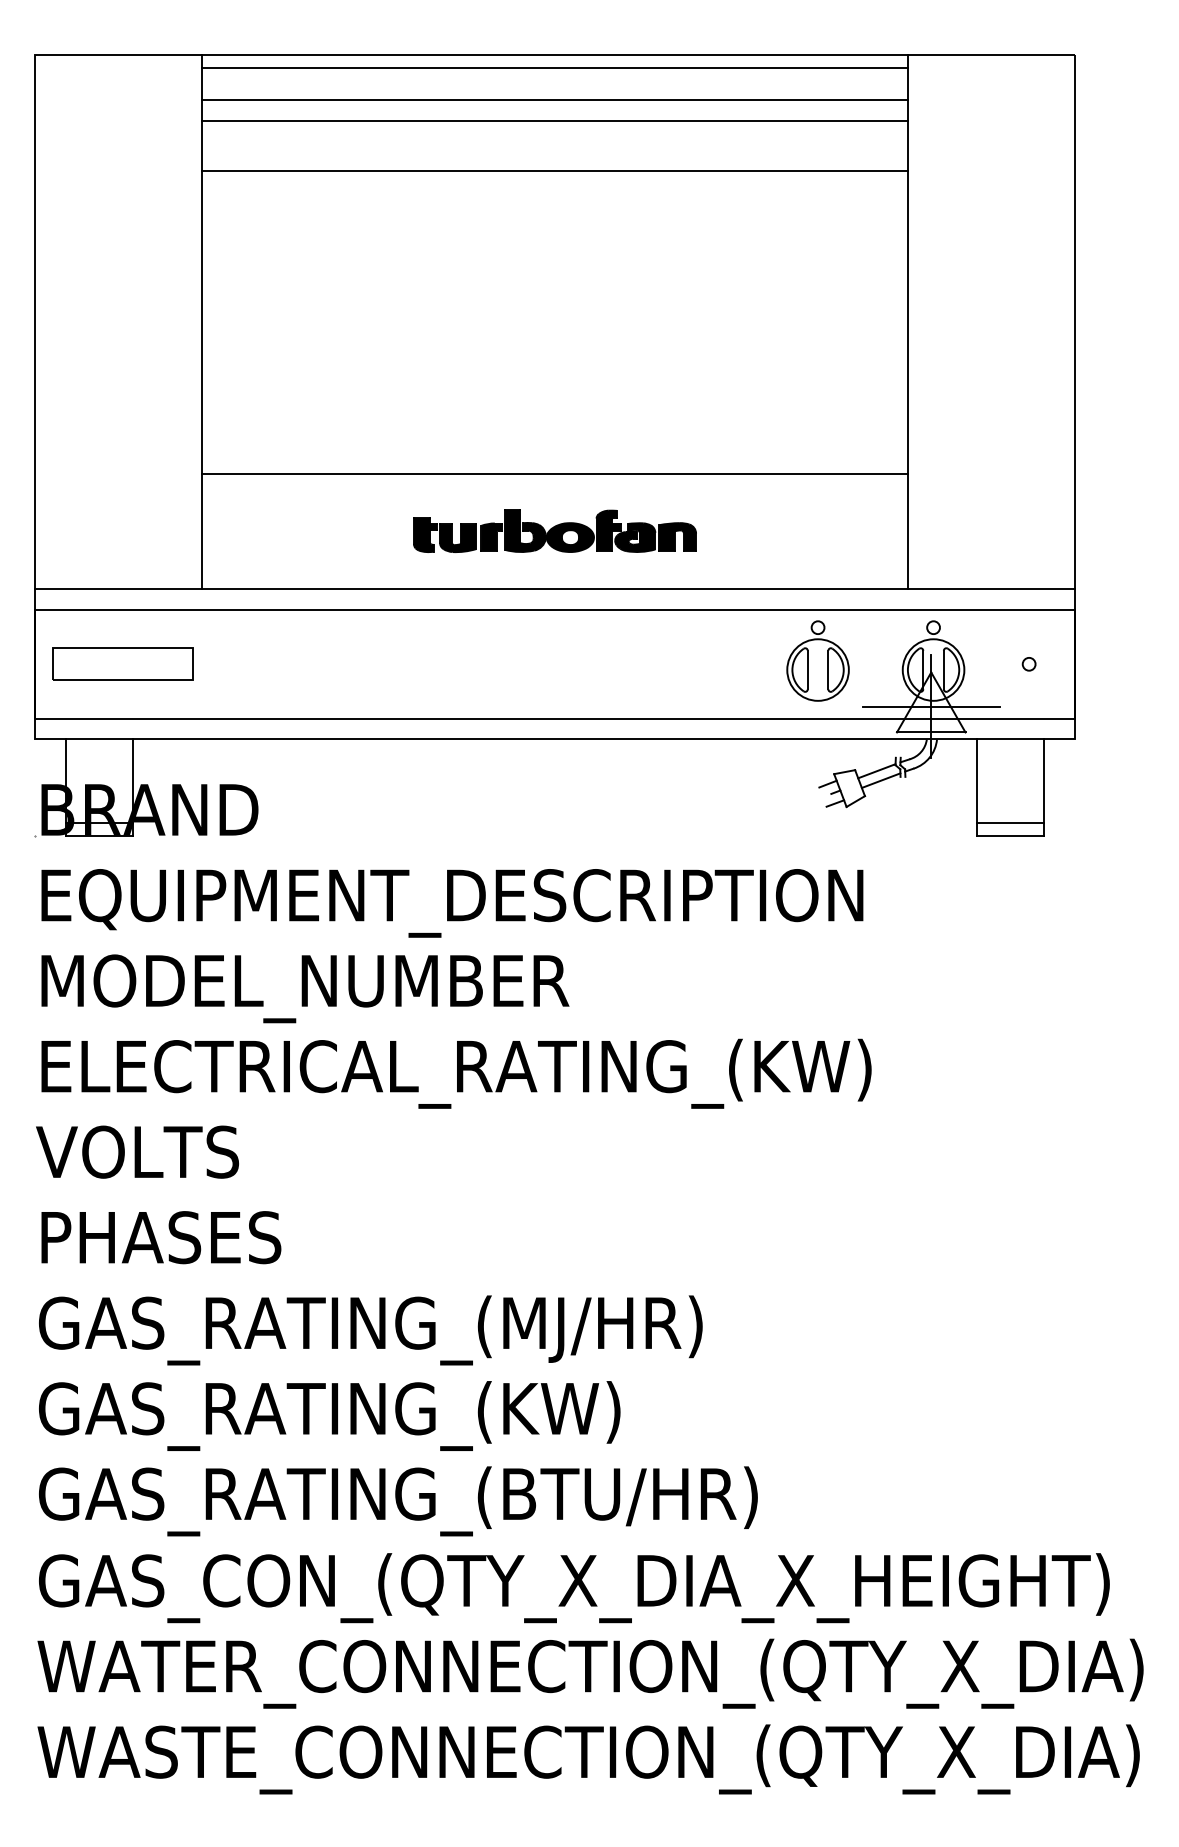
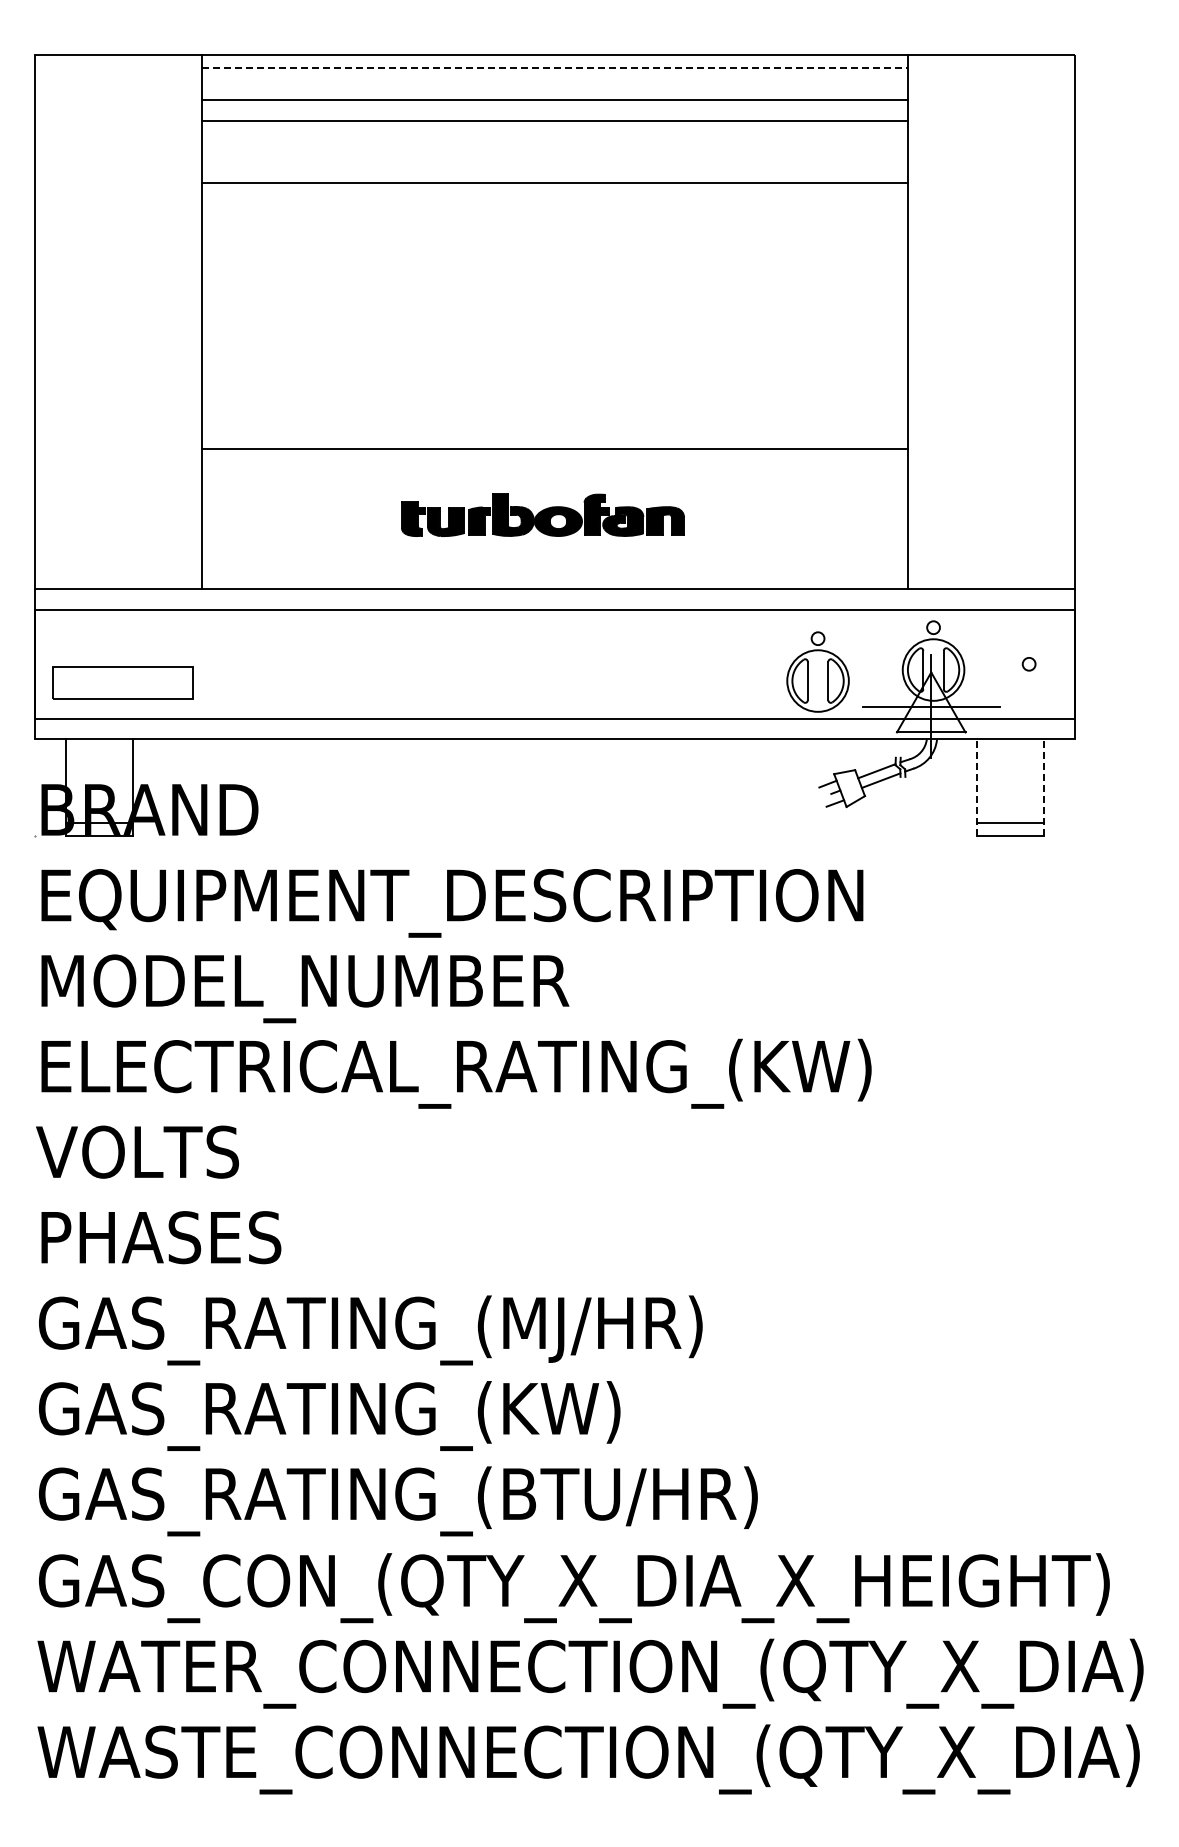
line at (555, 67): solid -> dashed
line at (554, 170) position: (554, 170) -> (554, 182)
line at (554, 473) position: (554, 473) -> (554, 448)
part at (554, 530) position: (554, 530) -> (542, 514)
part at (817, 660) position: (817, 660) -> (817, 671)
part at (122, 663) position: (122, 663) -> (122, 682)
line at (977, 786): solid -> dashed
line at (1043, 786): solid -> dashed
